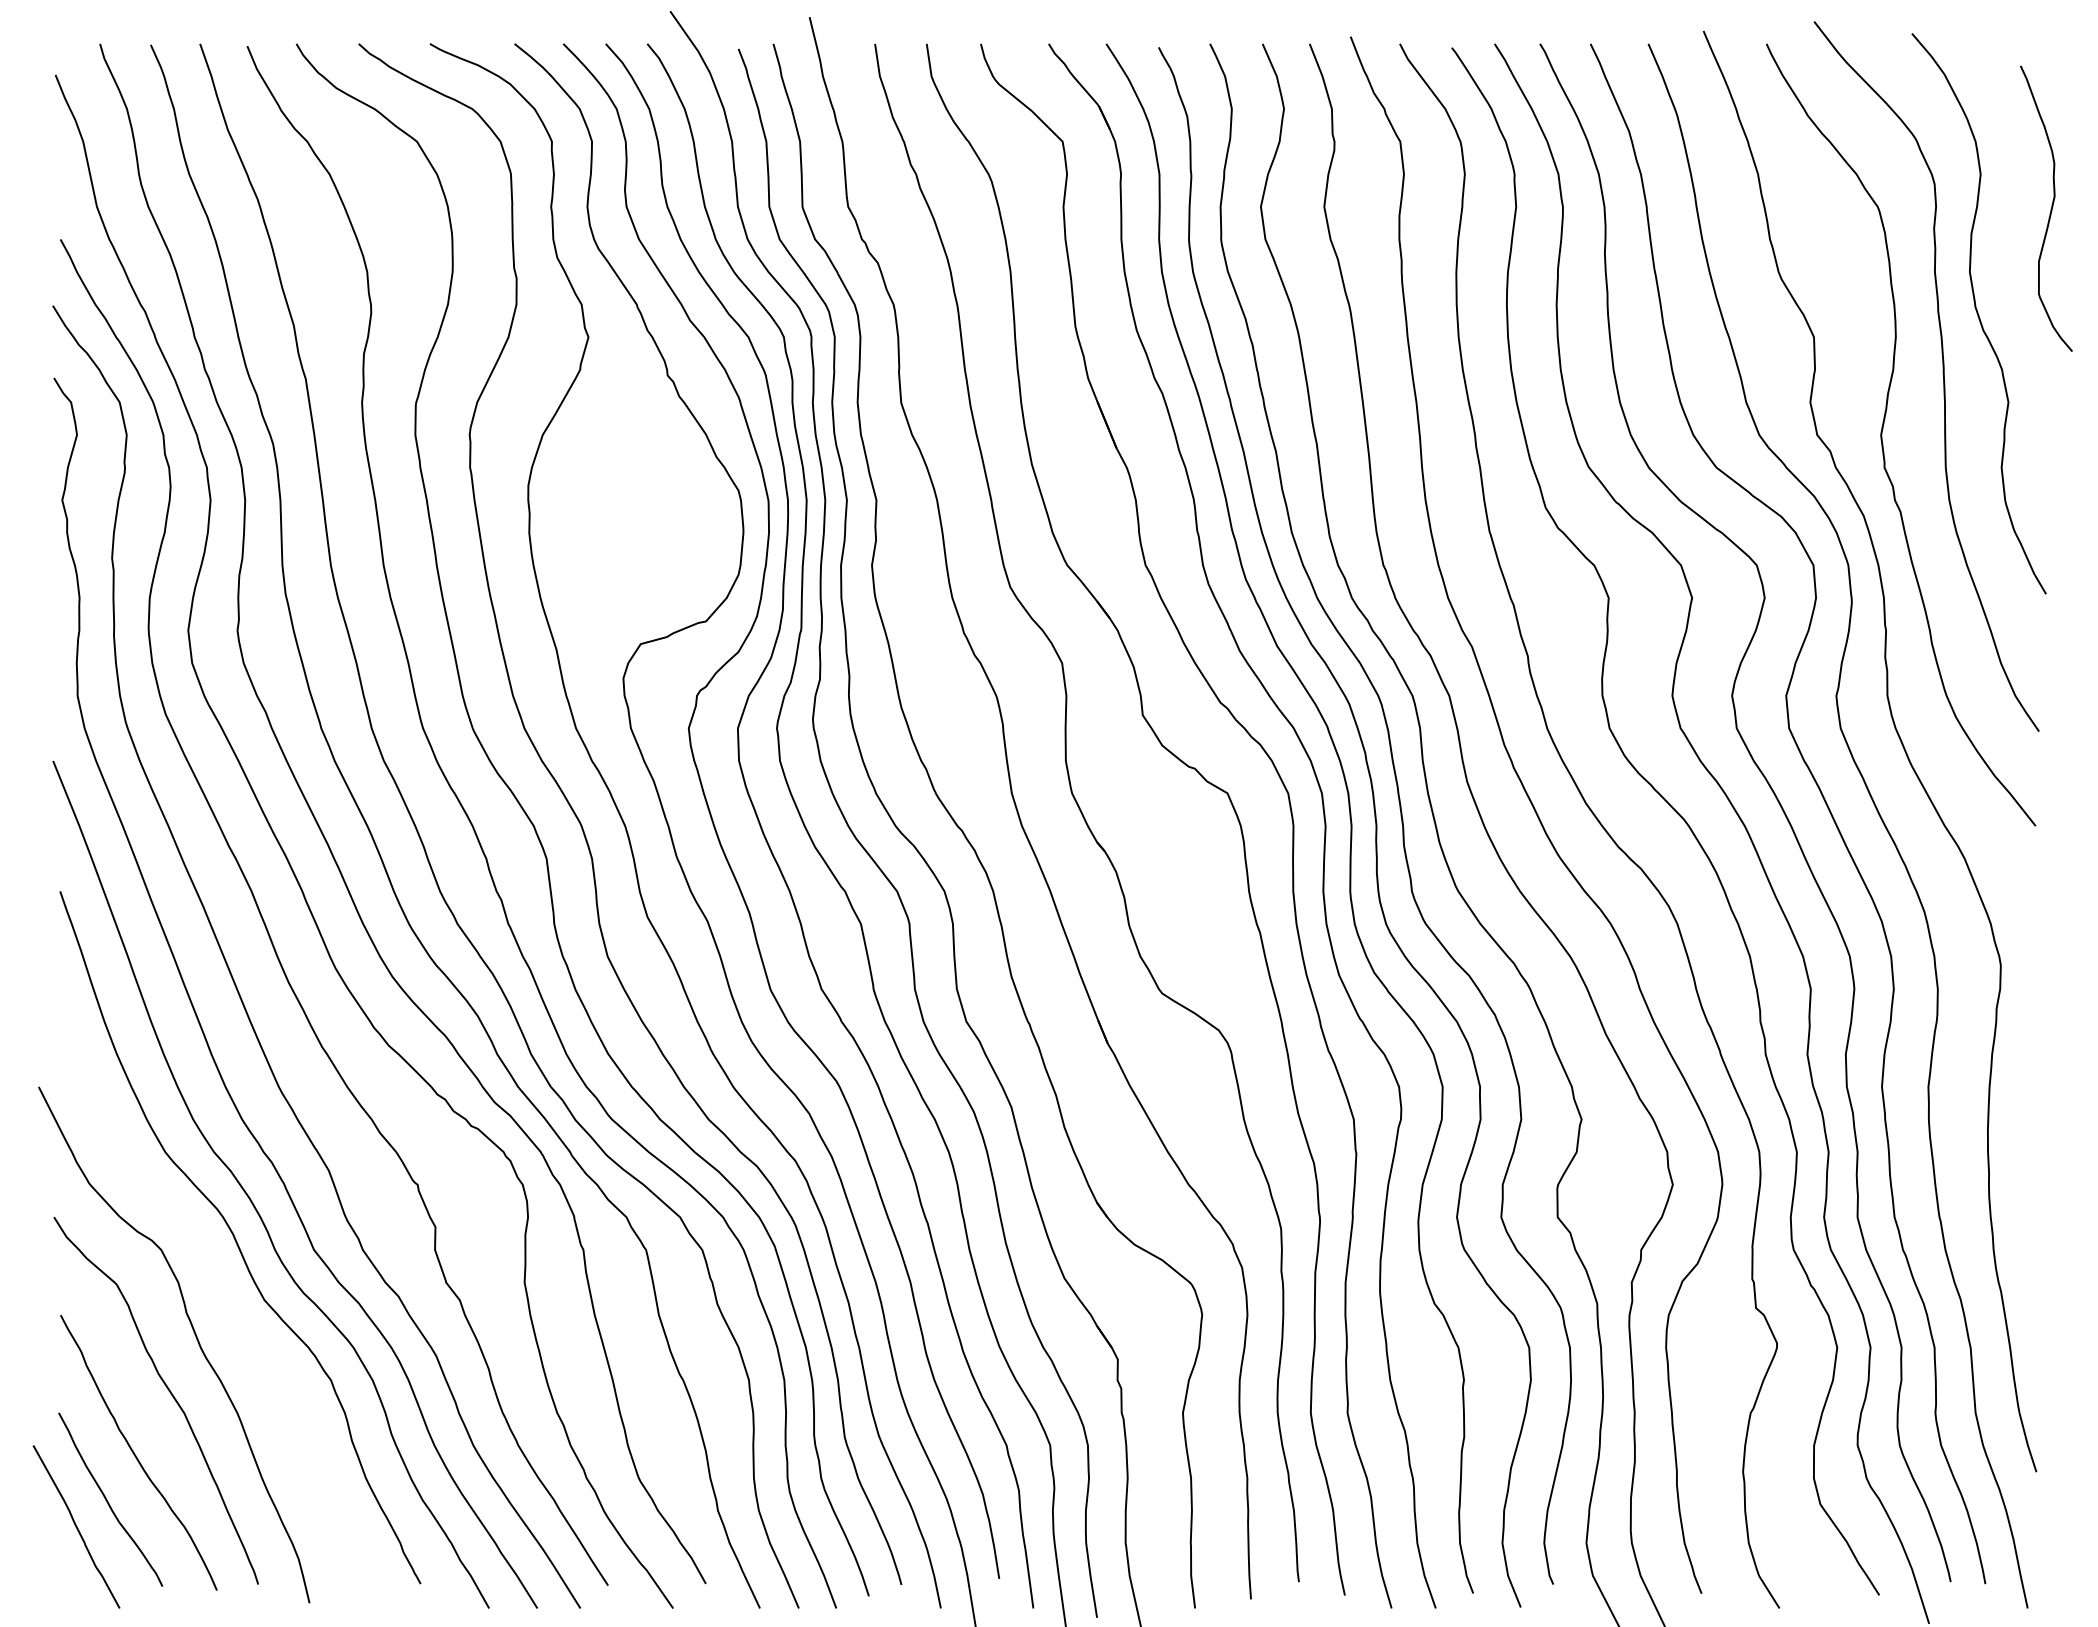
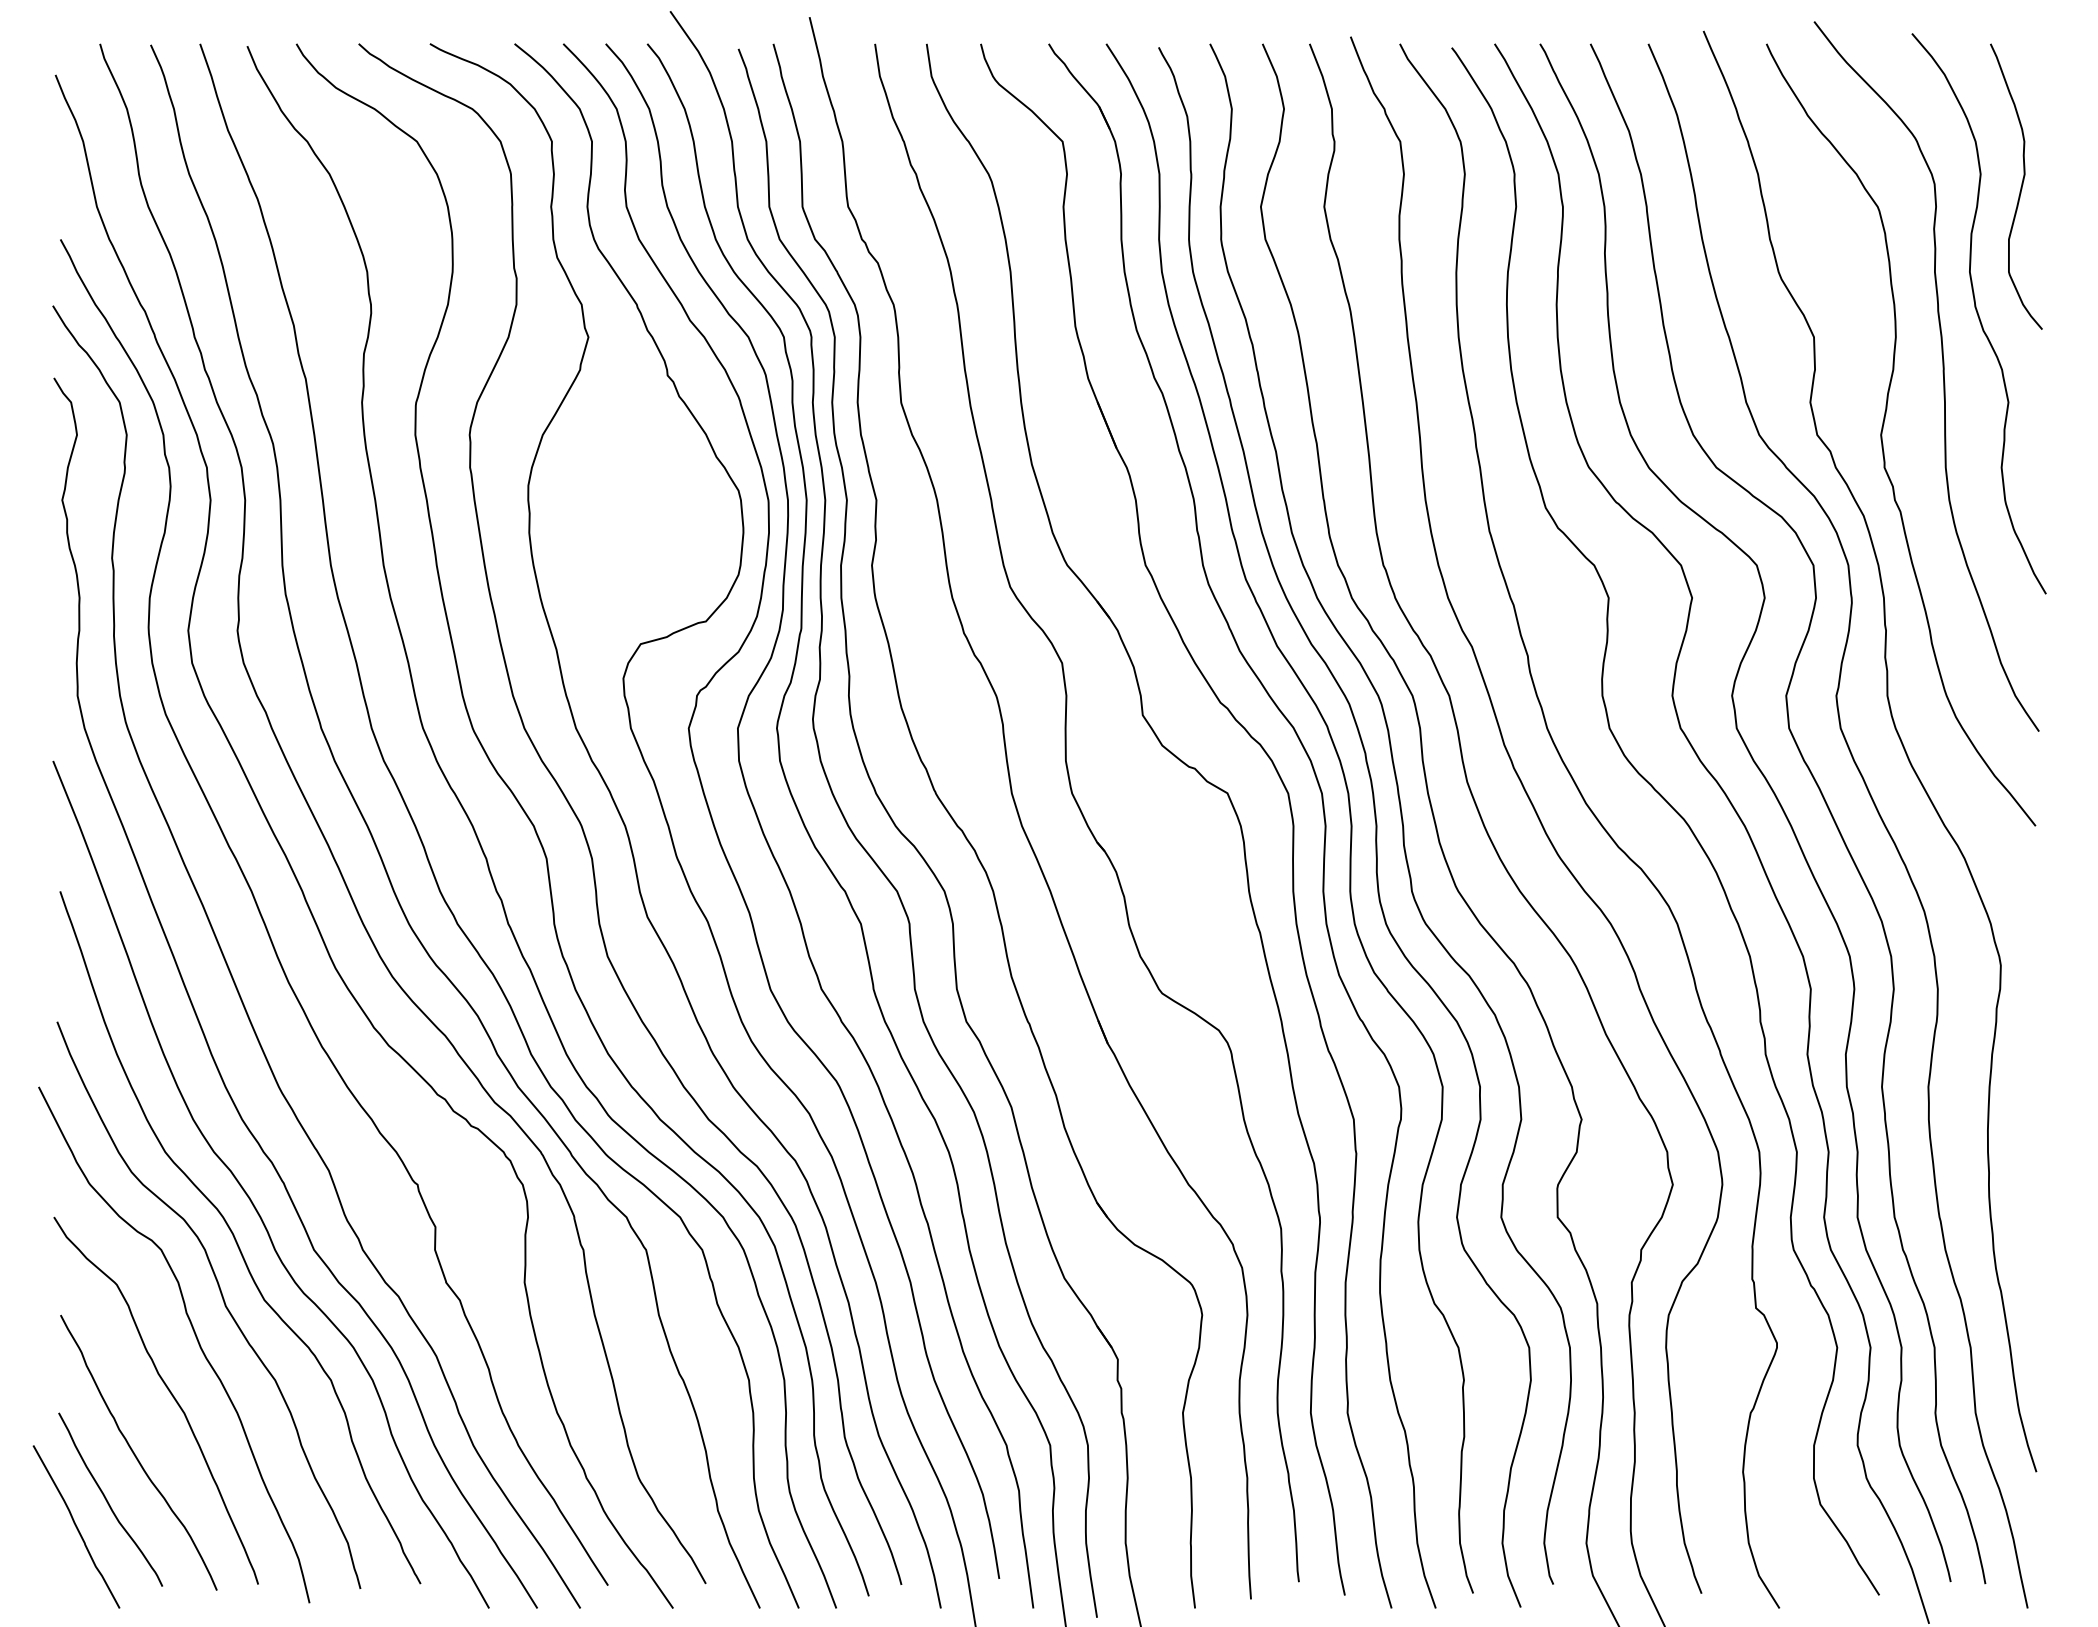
curve at (2050, 209) position: (2050, 209) -> (2020, 187)
curve at (222, 1300): none -> present
